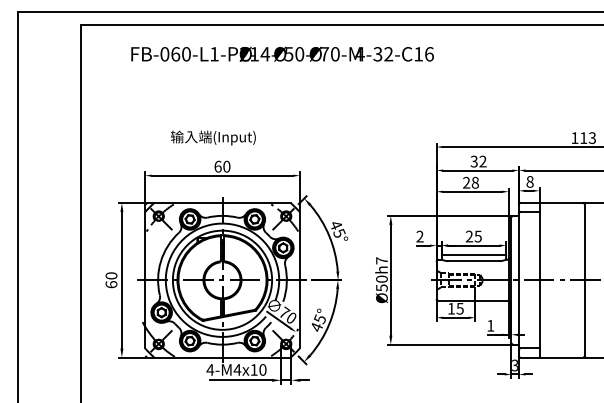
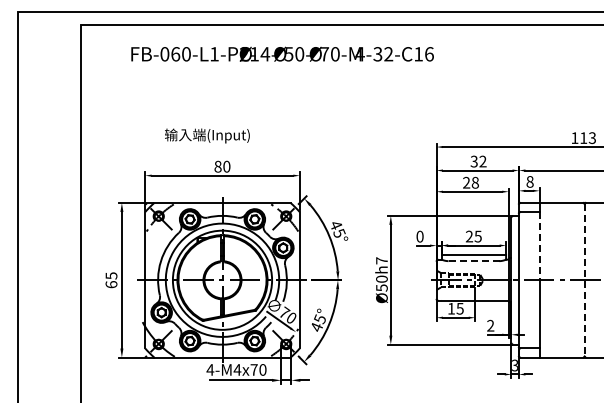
text at (213, 137) position: (213, 137) -> (207, 135)
text at (217, 166): 60 -> 80
text at (419, 236): 2 -> 0
line at (539, 246): solid -> dashed
line at (473, 261): solid -> dashed
text at (111, 275): 60 -> 65
line at (584, 280): solid -> dashed
text at (490, 325): 1 -> 2
text at (253, 369): 4-M4x10 -> 4-M4x70
